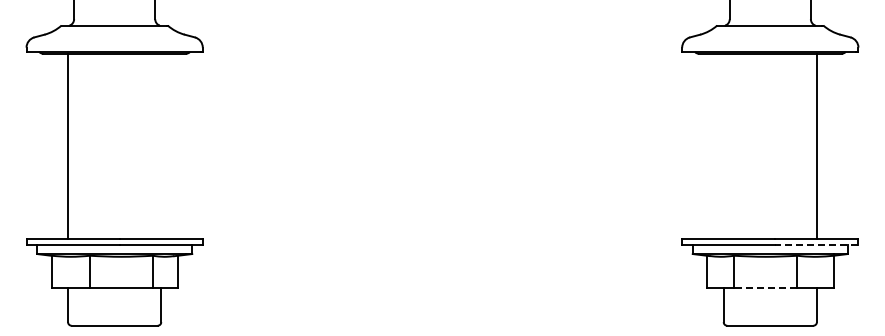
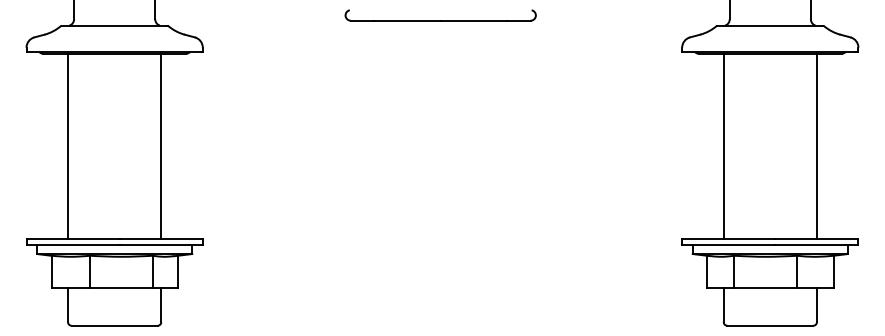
part at (440, 15): none -> present
line at (161, 145): none -> present
line at (723, 145): none -> present
line at (816, 245): dashed -> solid
line at (765, 288): dashed -> solid
